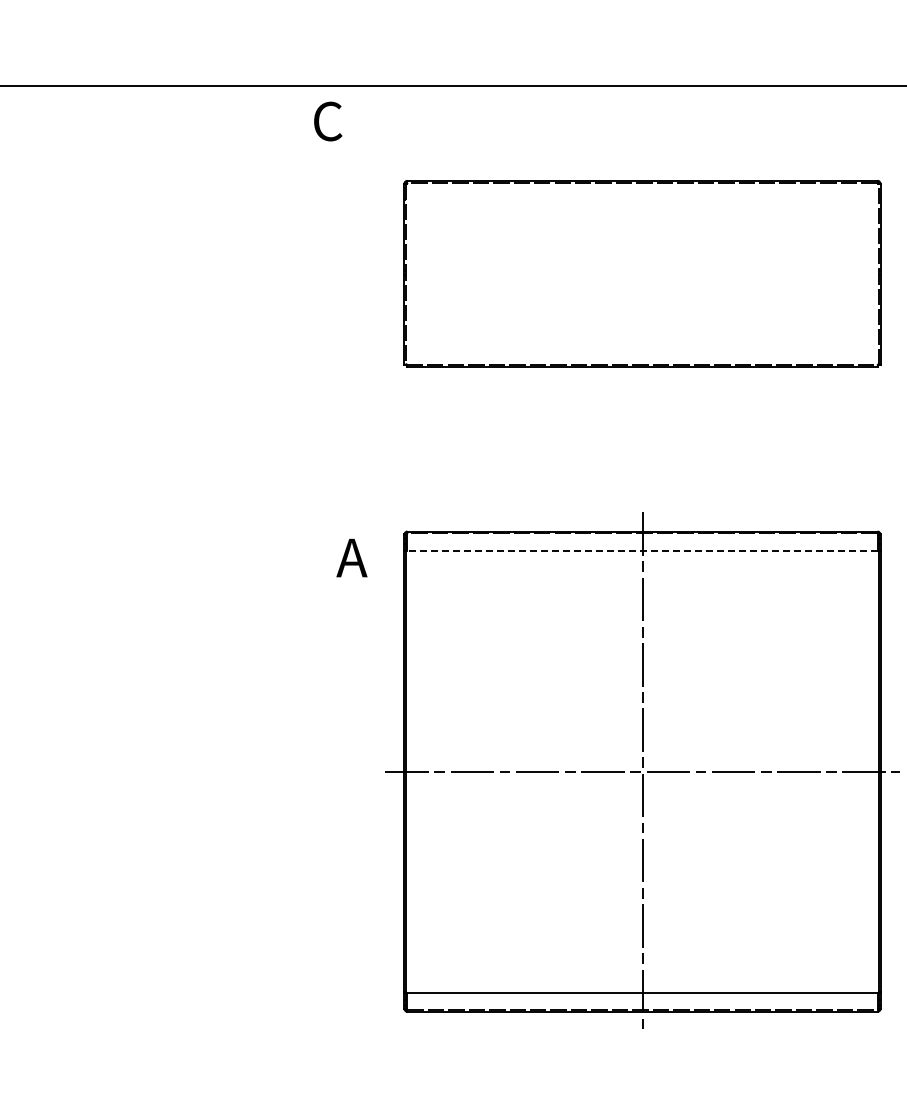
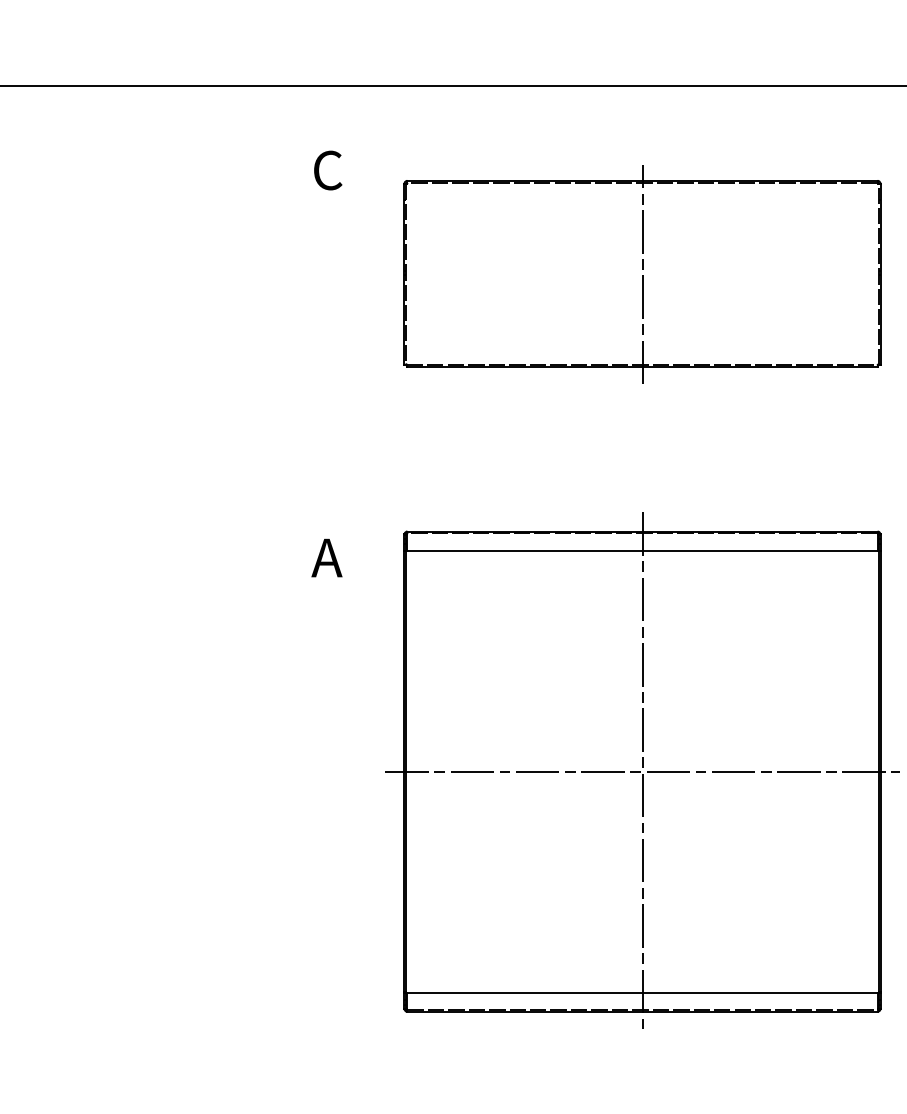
text at (328, 121) position: (328, 121) -> (328, 170)
line at (642, 274): none -> present
line at (642, 550): dashed -> solid
text at (351, 557) position: (351, 557) -> (326, 557)
